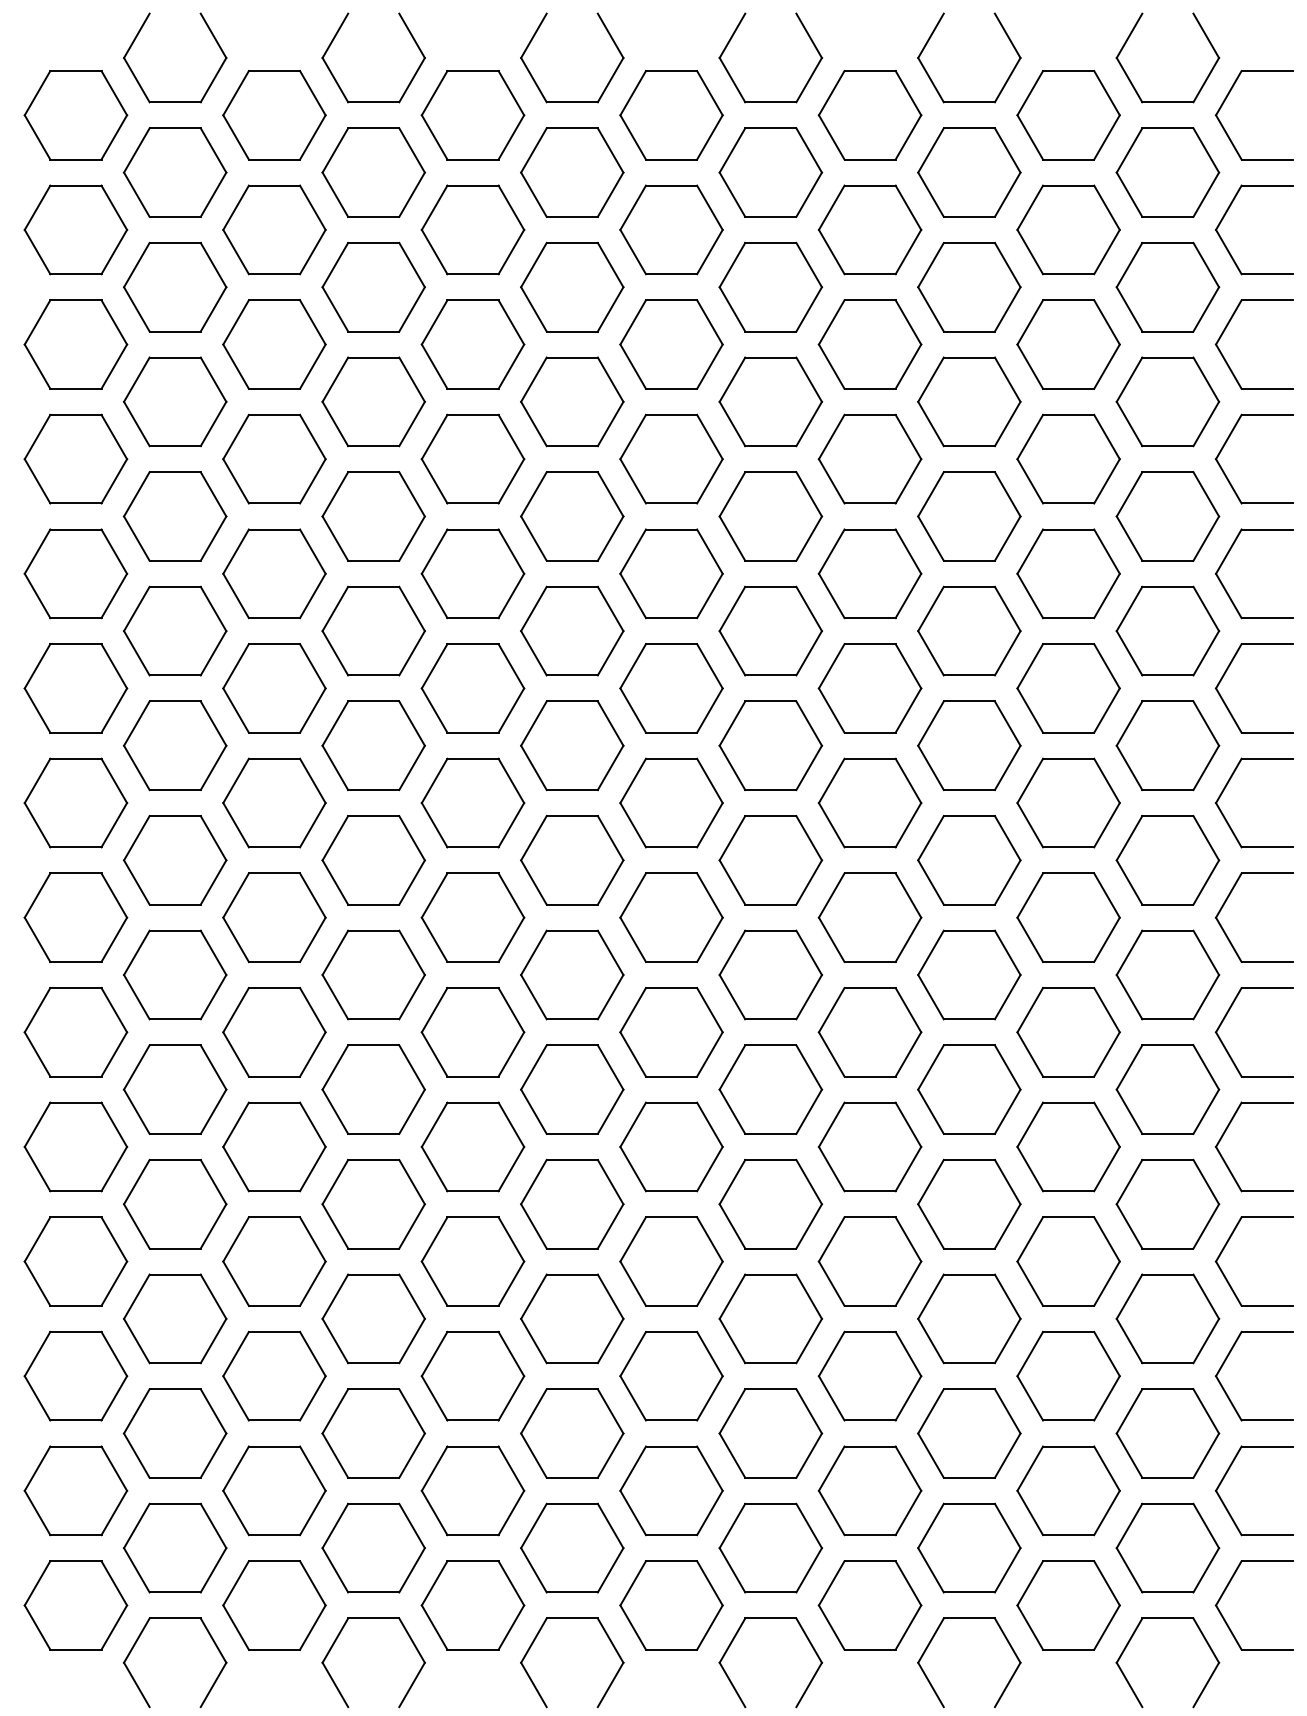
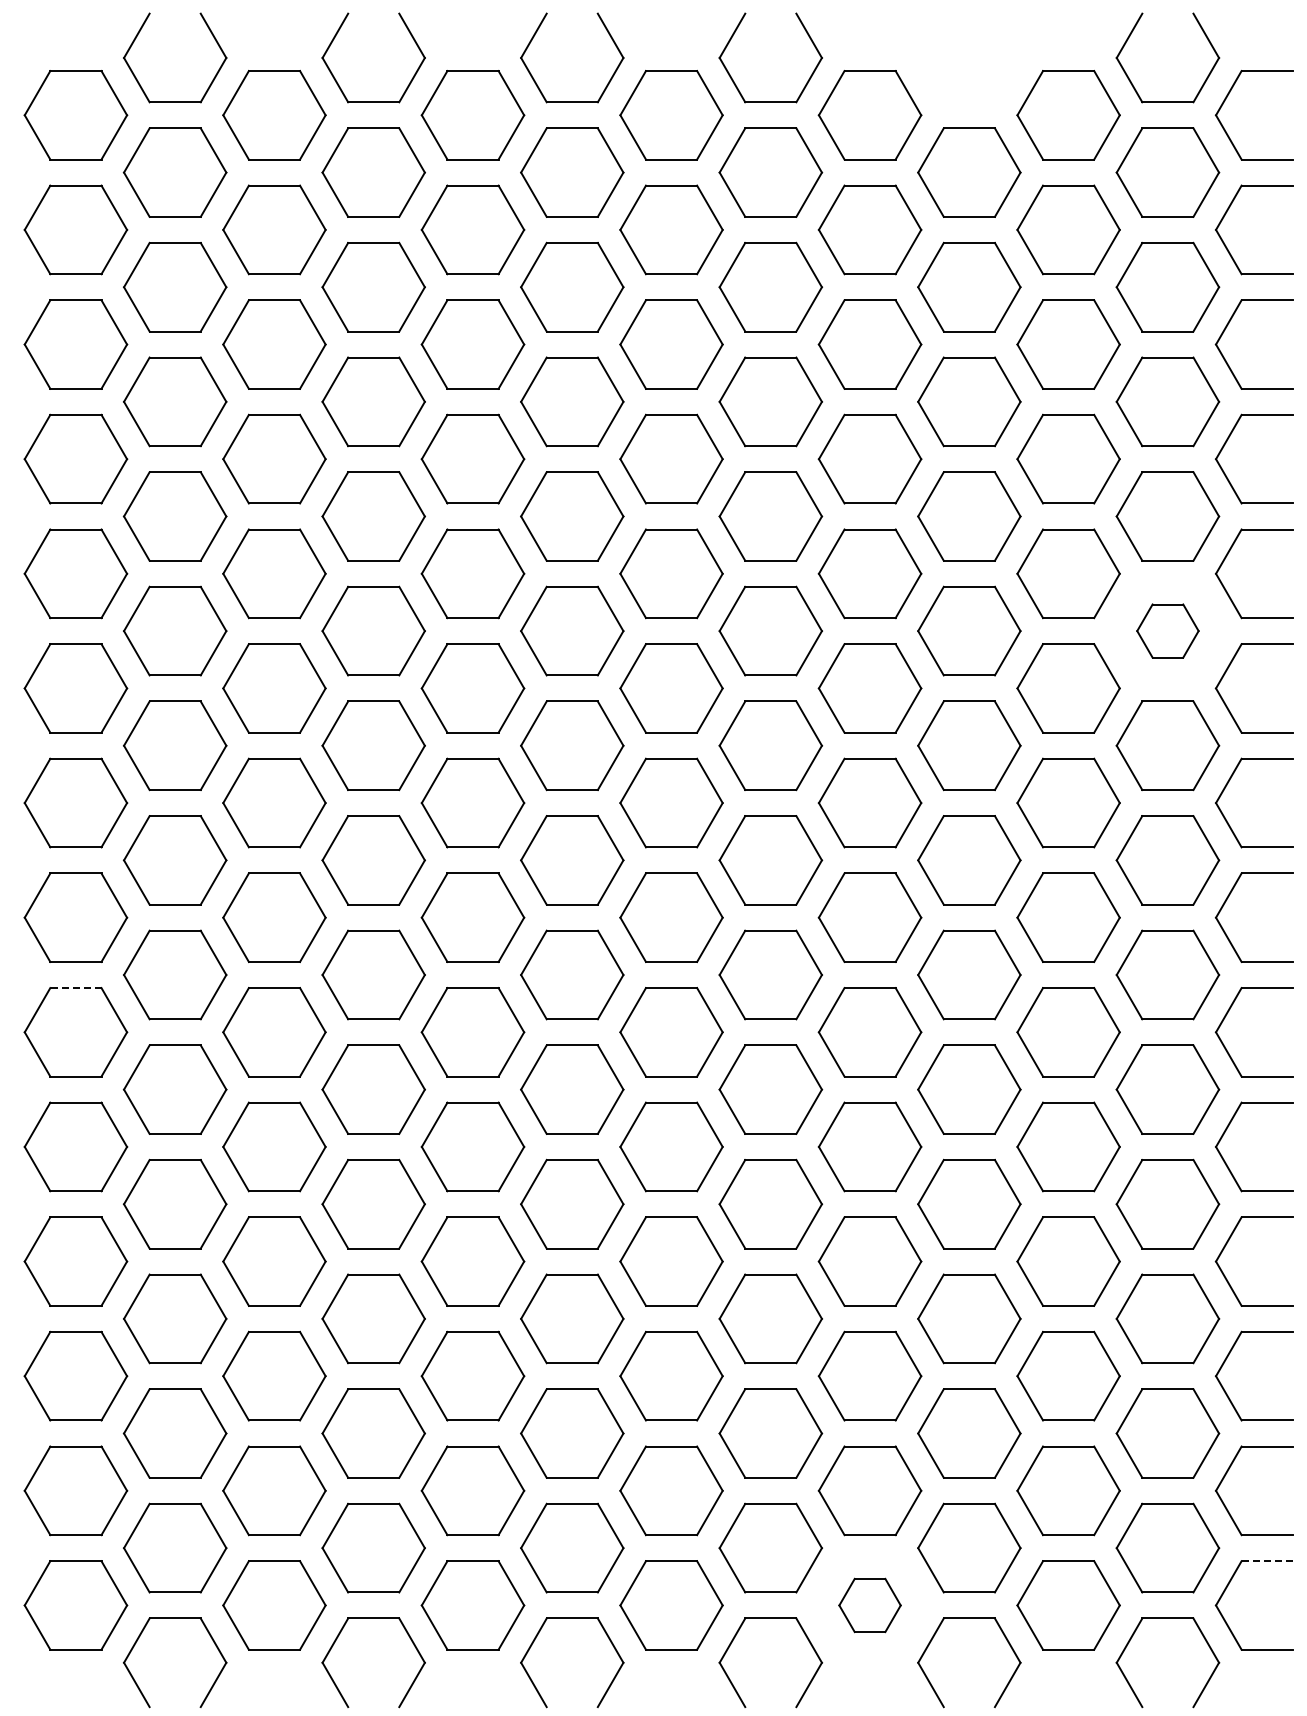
part at (1005, 34): present -> none
part at (1167, 630) size: 106x92 px -> 64x56 px
line at (75, 988): solid -> dashed
line at (1267, 1561): solid -> dashed
part at (869, 1605) size: 106x91 px -> 64x57 px
